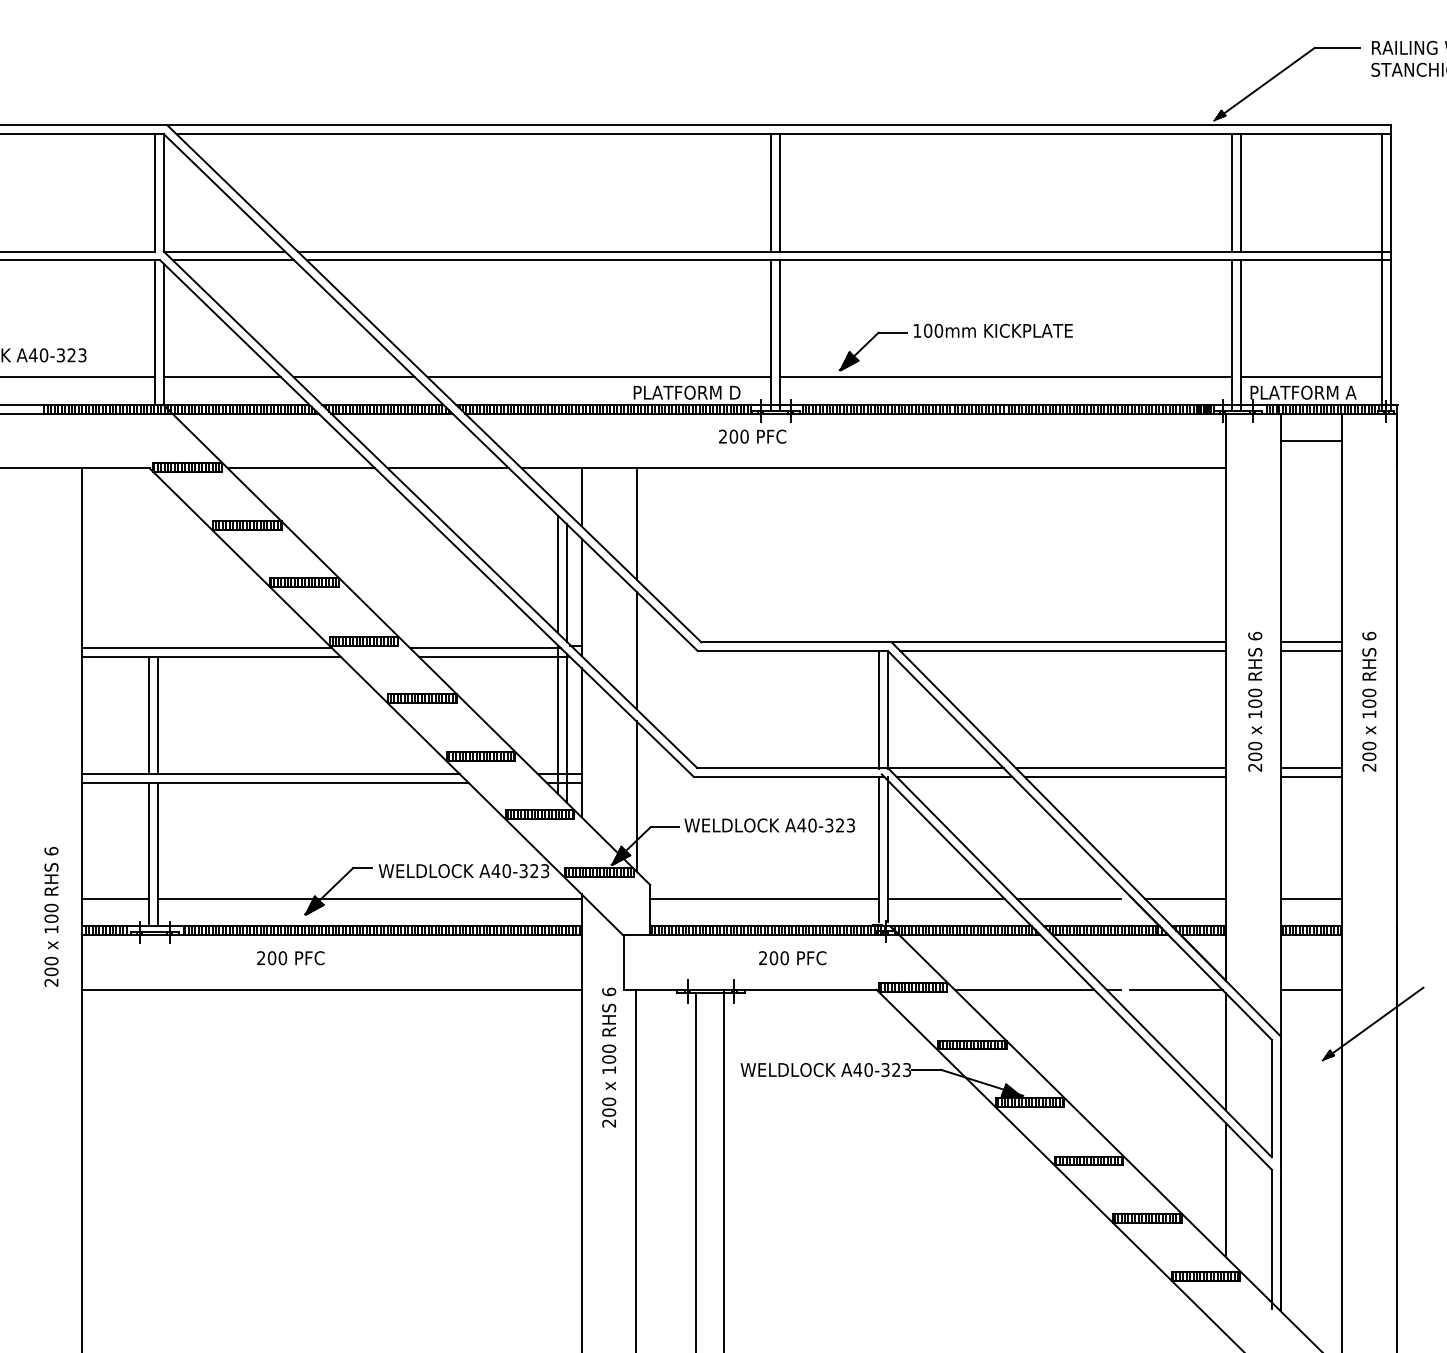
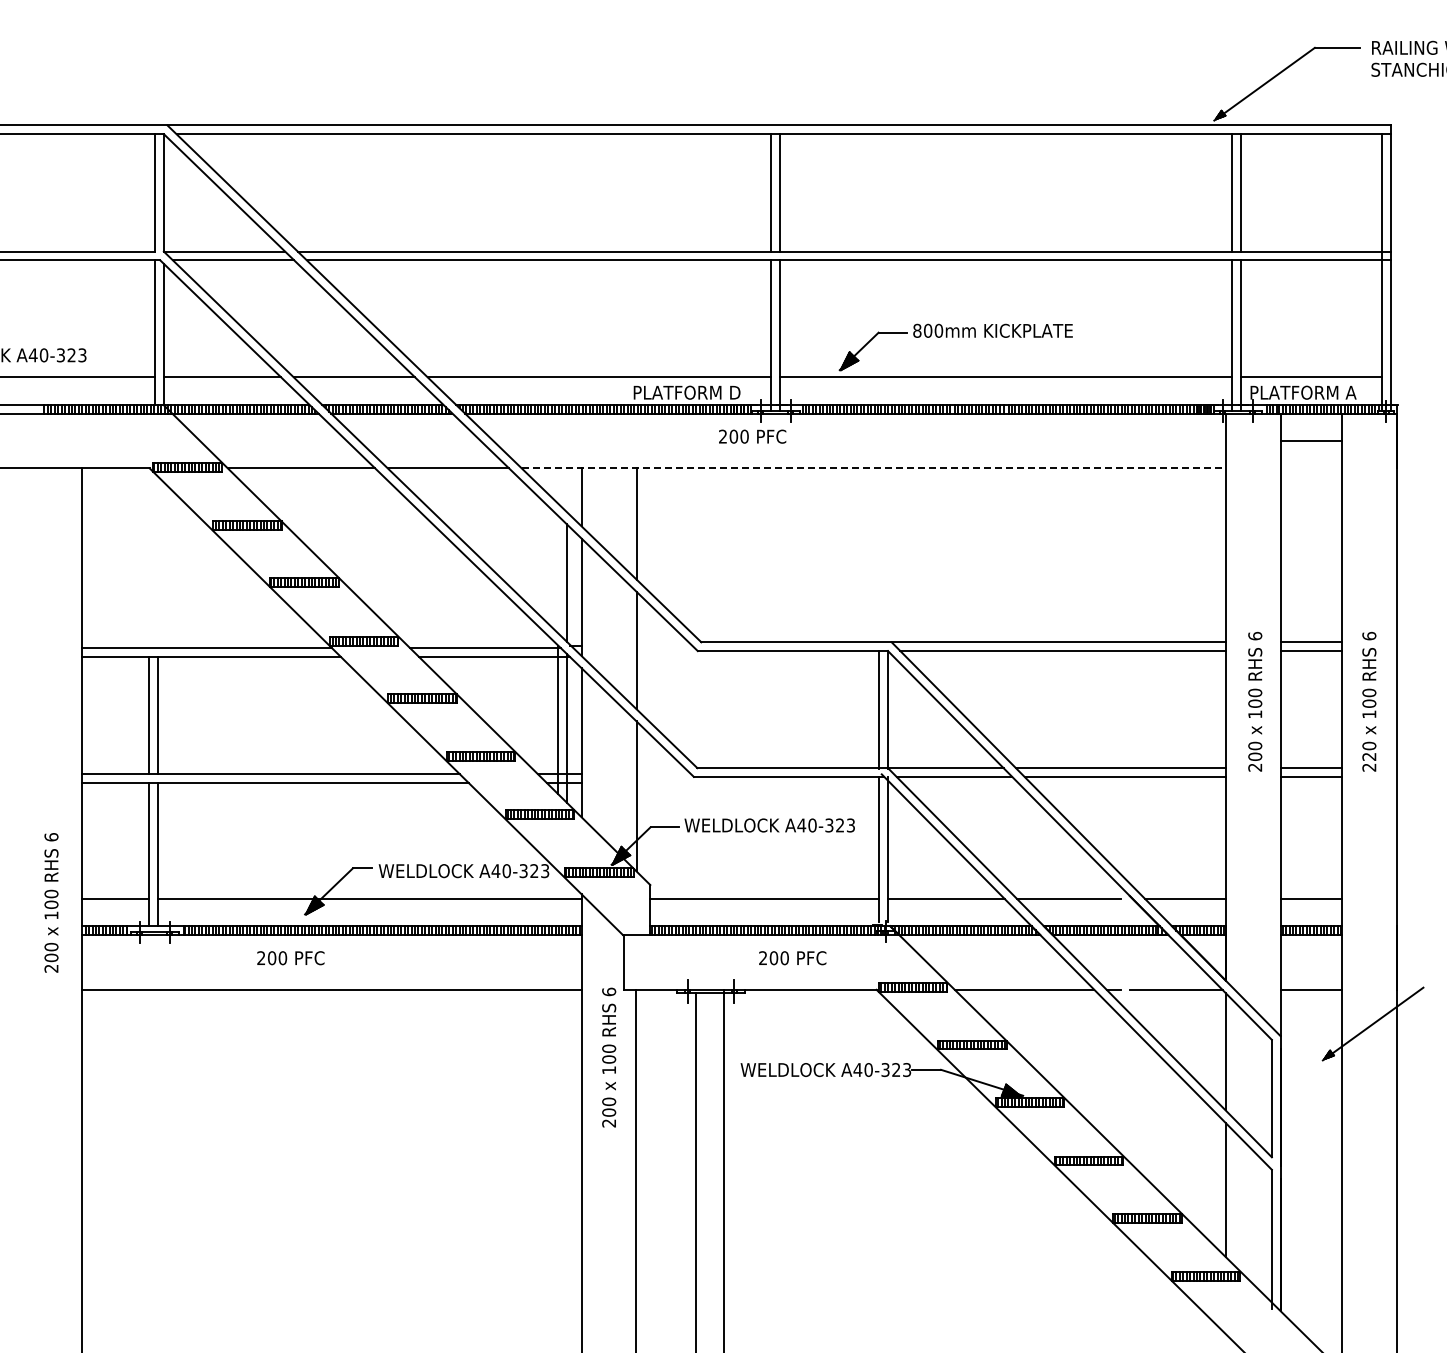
text at (917, 330): 100mm -> 800mm
line at (873, 468): solid -> dashed
line at (558, 574): present -> none
text at (1369, 756): 200 -> 220
text at (51, 916) position: (51, 916) -> (51, 902)
